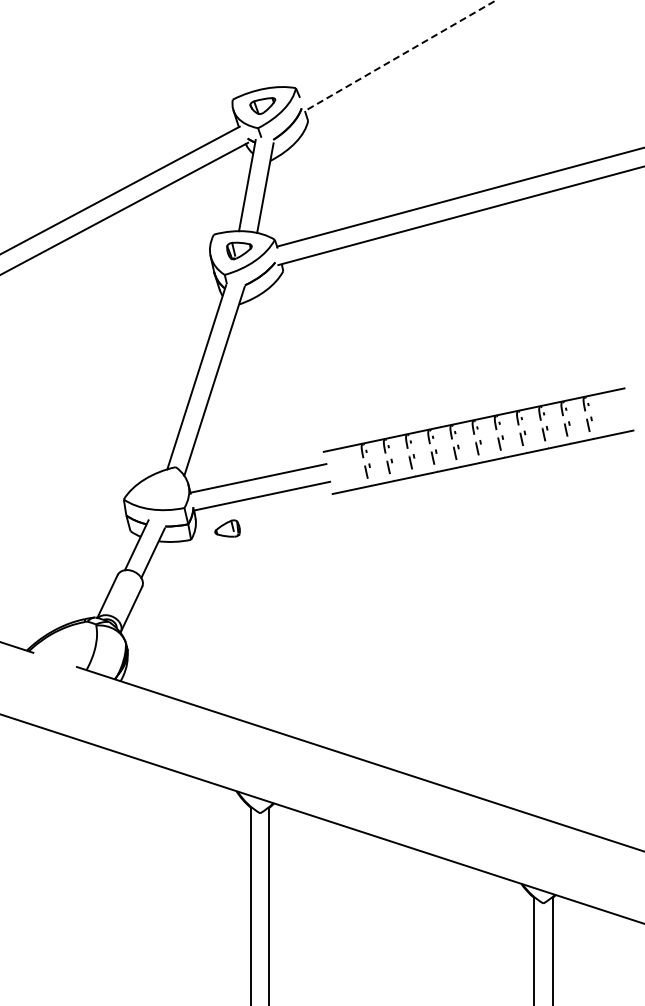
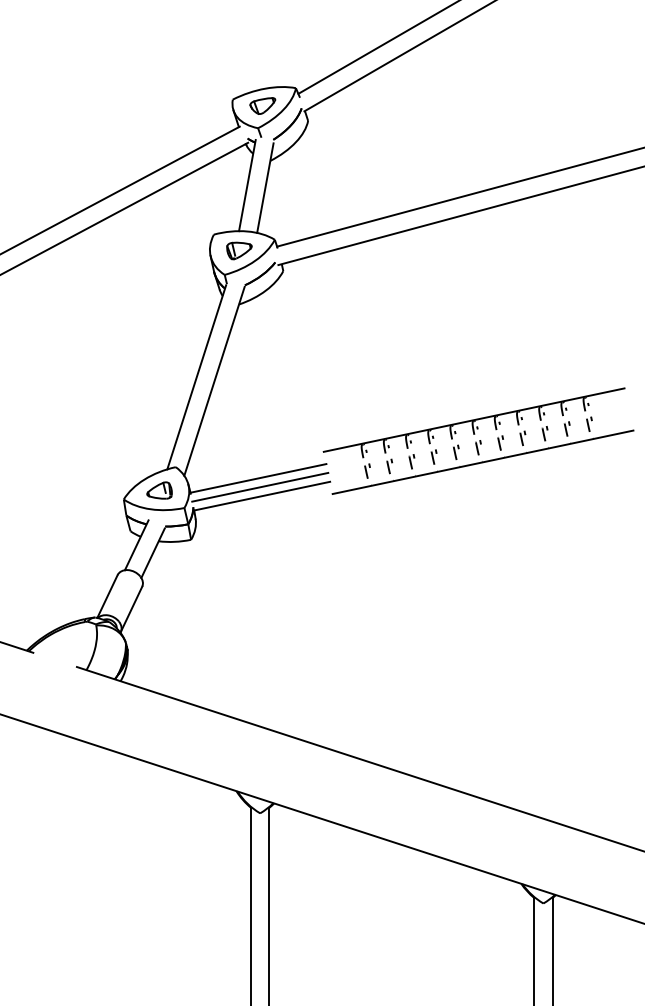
line at (377, 47): none -> present
line at (400, 55): dashed -> solid
line at (260, 486): none -> present
part at (227, 528) position: (227, 528) -> (159, 490)
